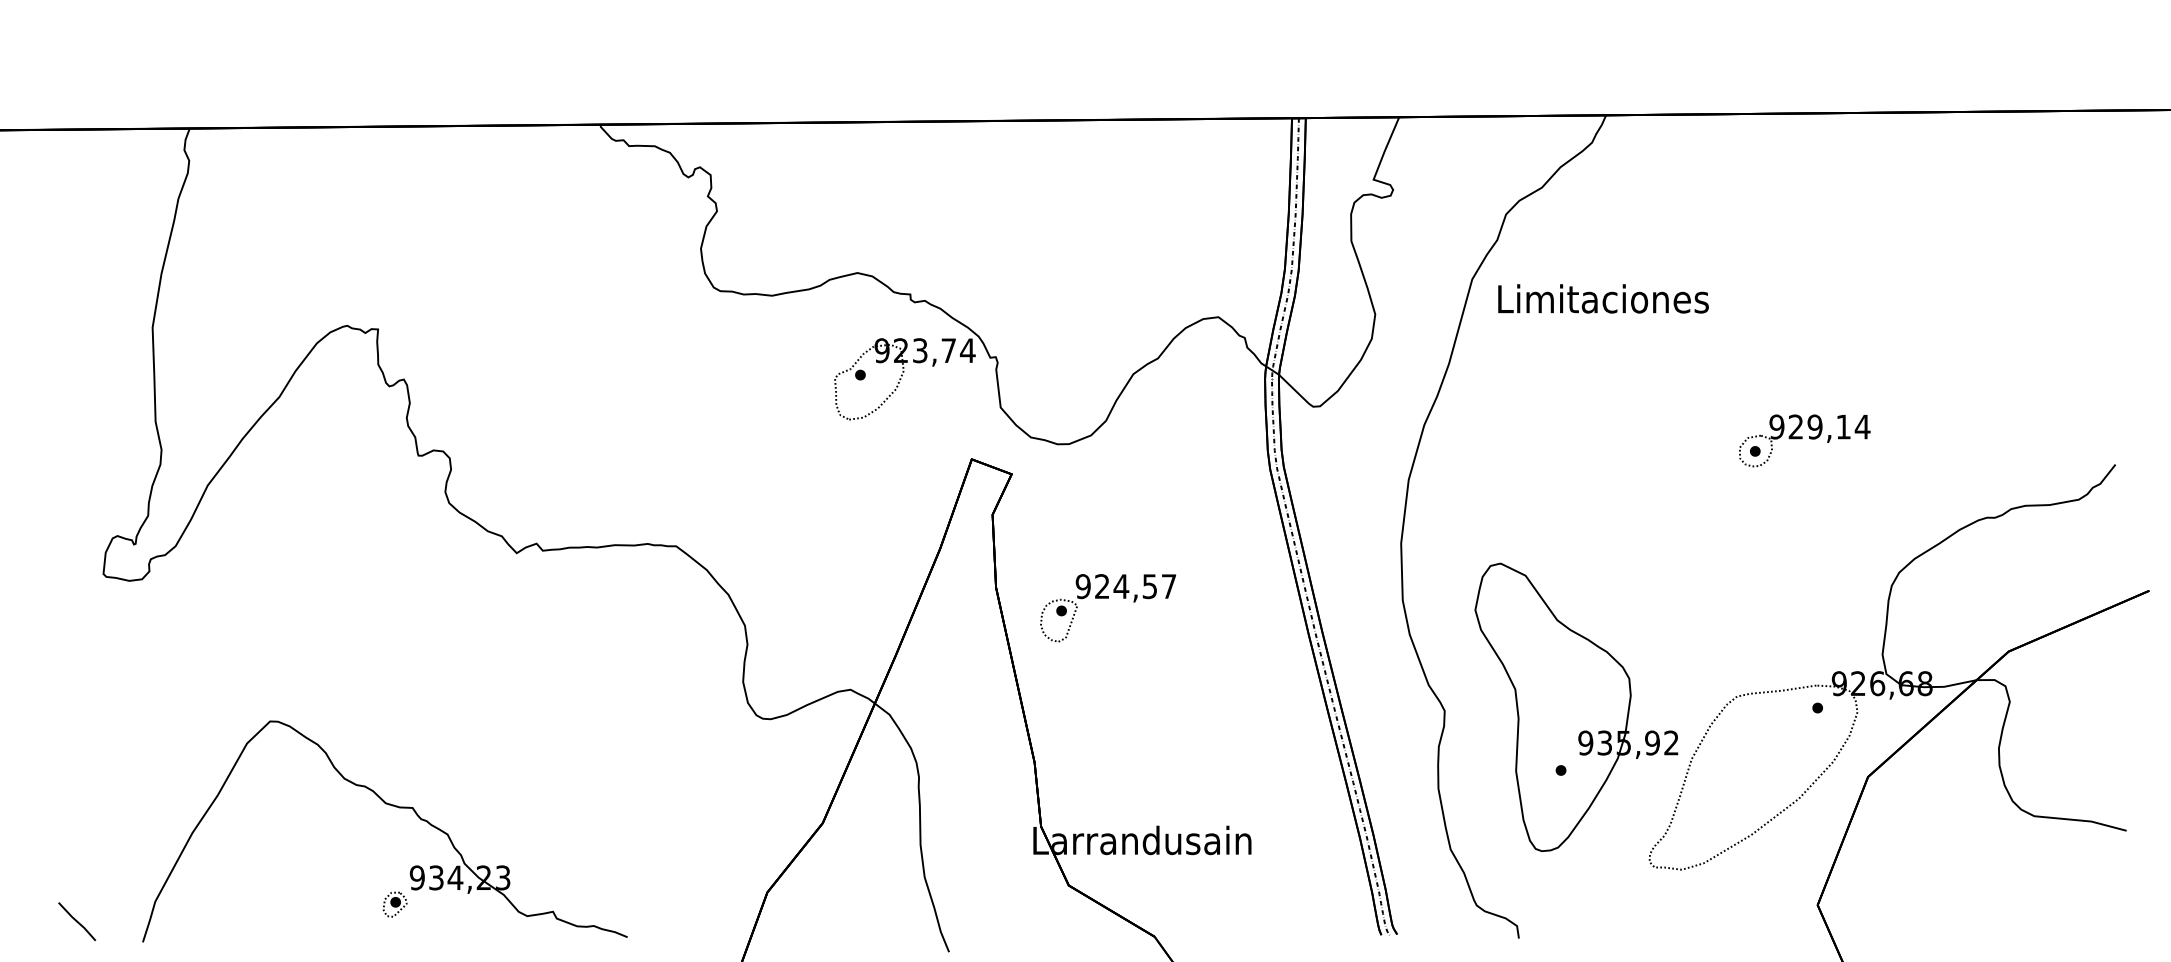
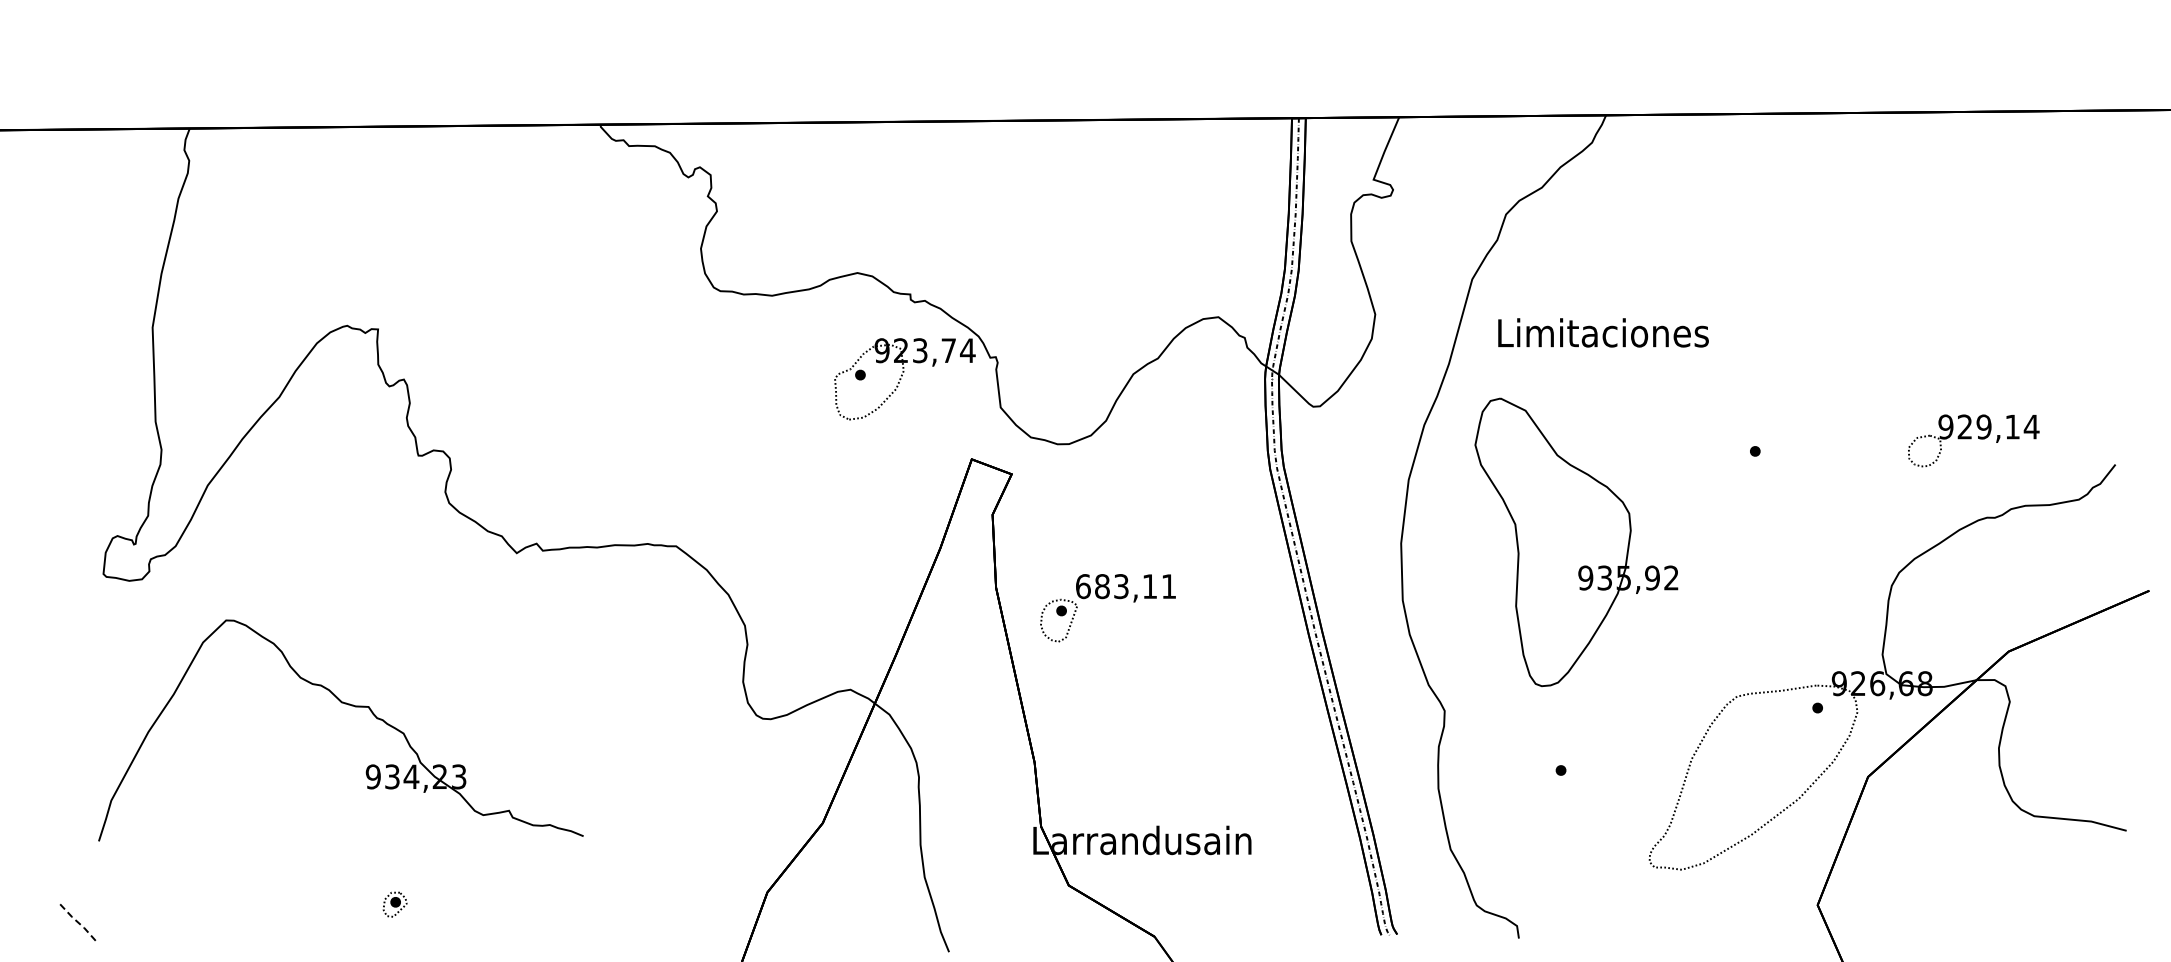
text at (1603, 298) position: (1603, 298) -> (1603, 332)
part at (1804, 440) position: (1804, 440) -> (1973, 440)
text at (1125, 586): 924,57 -> 683,11
part at (1576, 706) position: (1576, 706) -> (1576, 541)
part at (392, 806) position: (392, 806) -> (348, 705)
line at (77, 921): solid -> dashed
